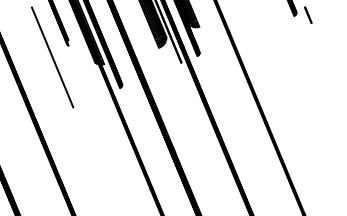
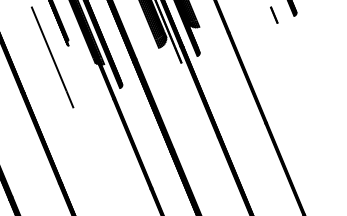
line at (308, 14) position: (308, 14) -> (274, 14)
